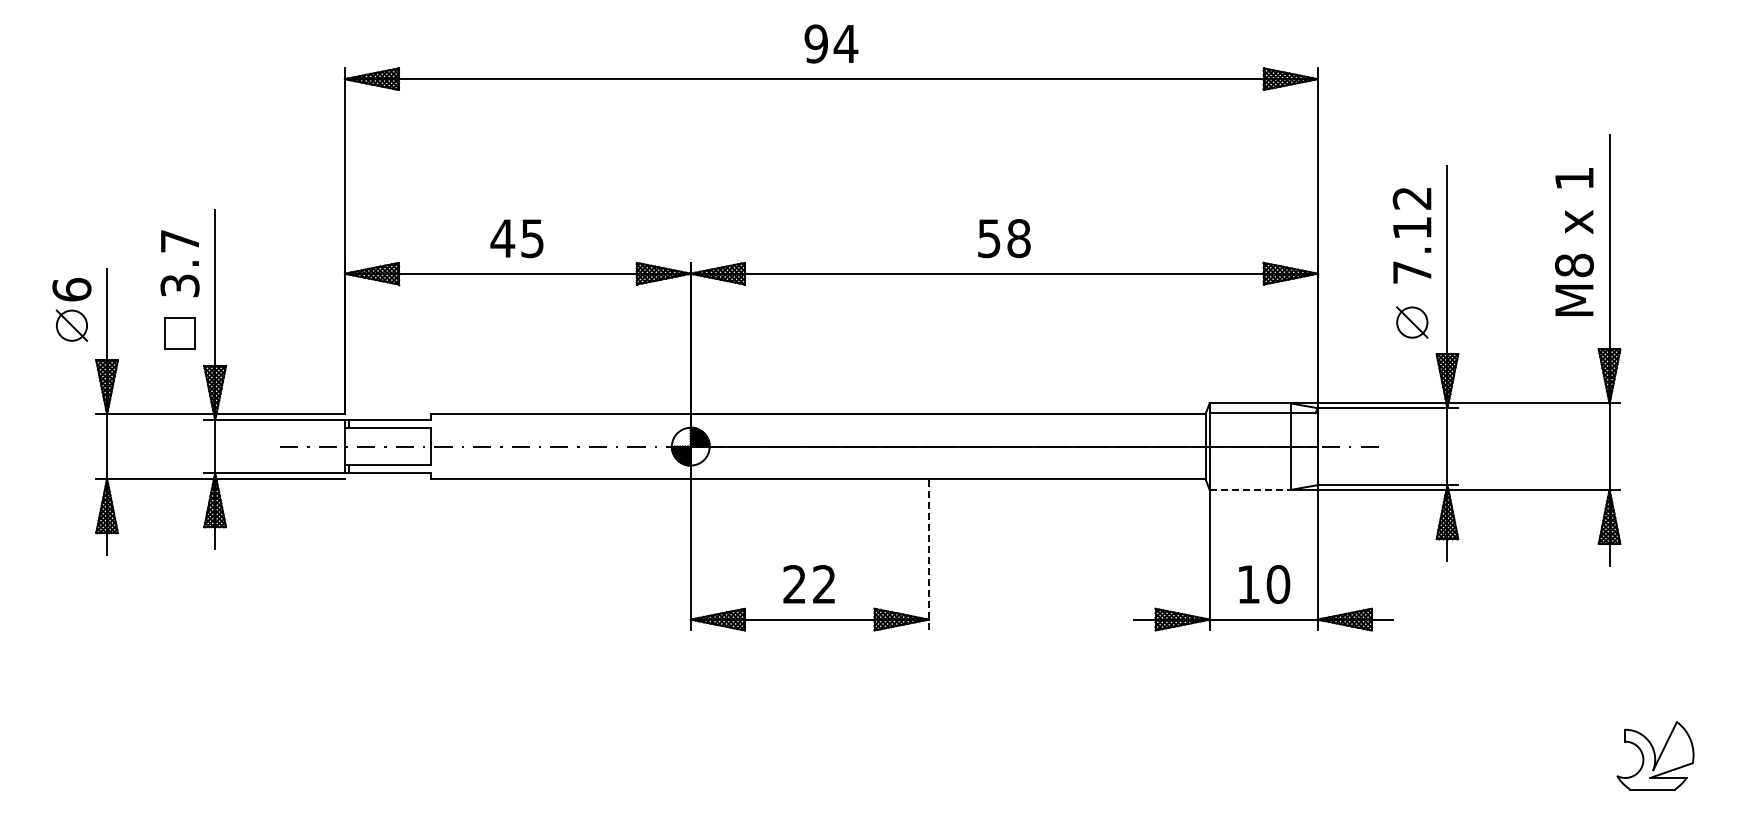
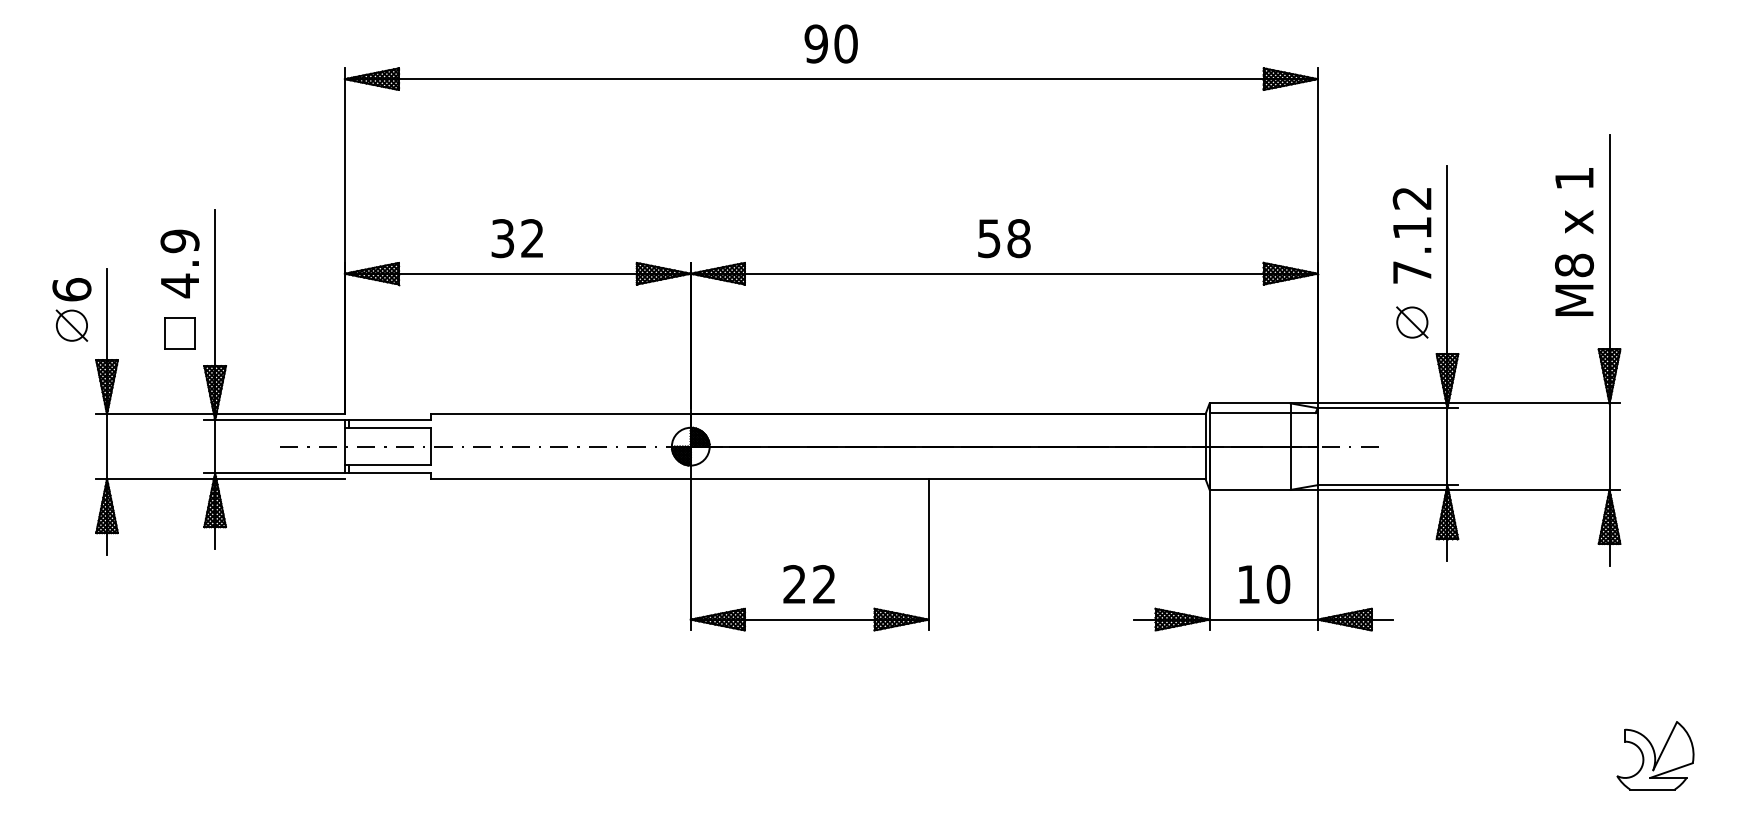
text at (845, 43): 94 -> 90
text at (516, 238): 45 -> 32
text at (179, 263): 3.7 -> 4.9
line at (1250, 489): dashed -> solid
line at (928, 554): dashed -> solid
